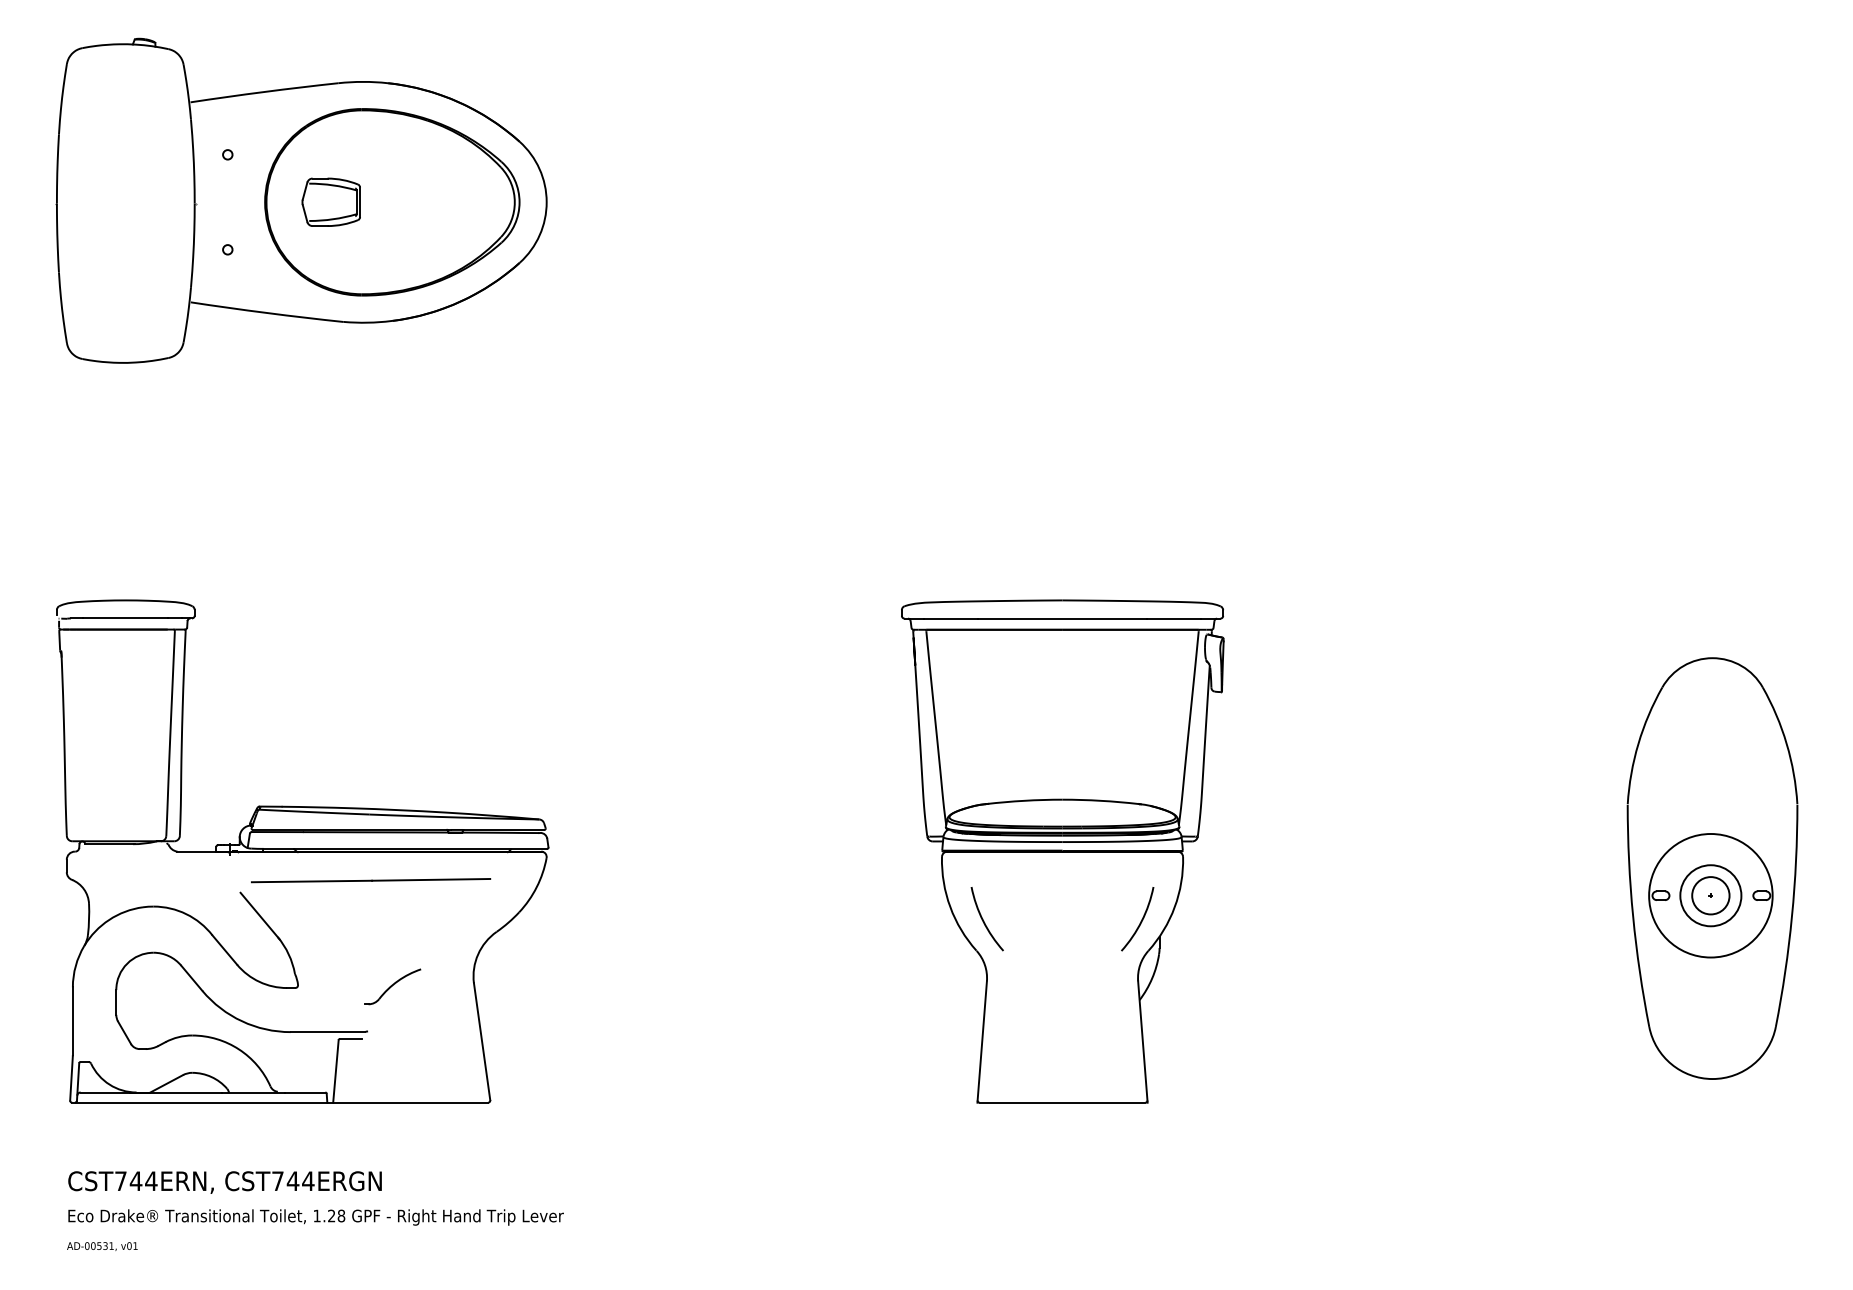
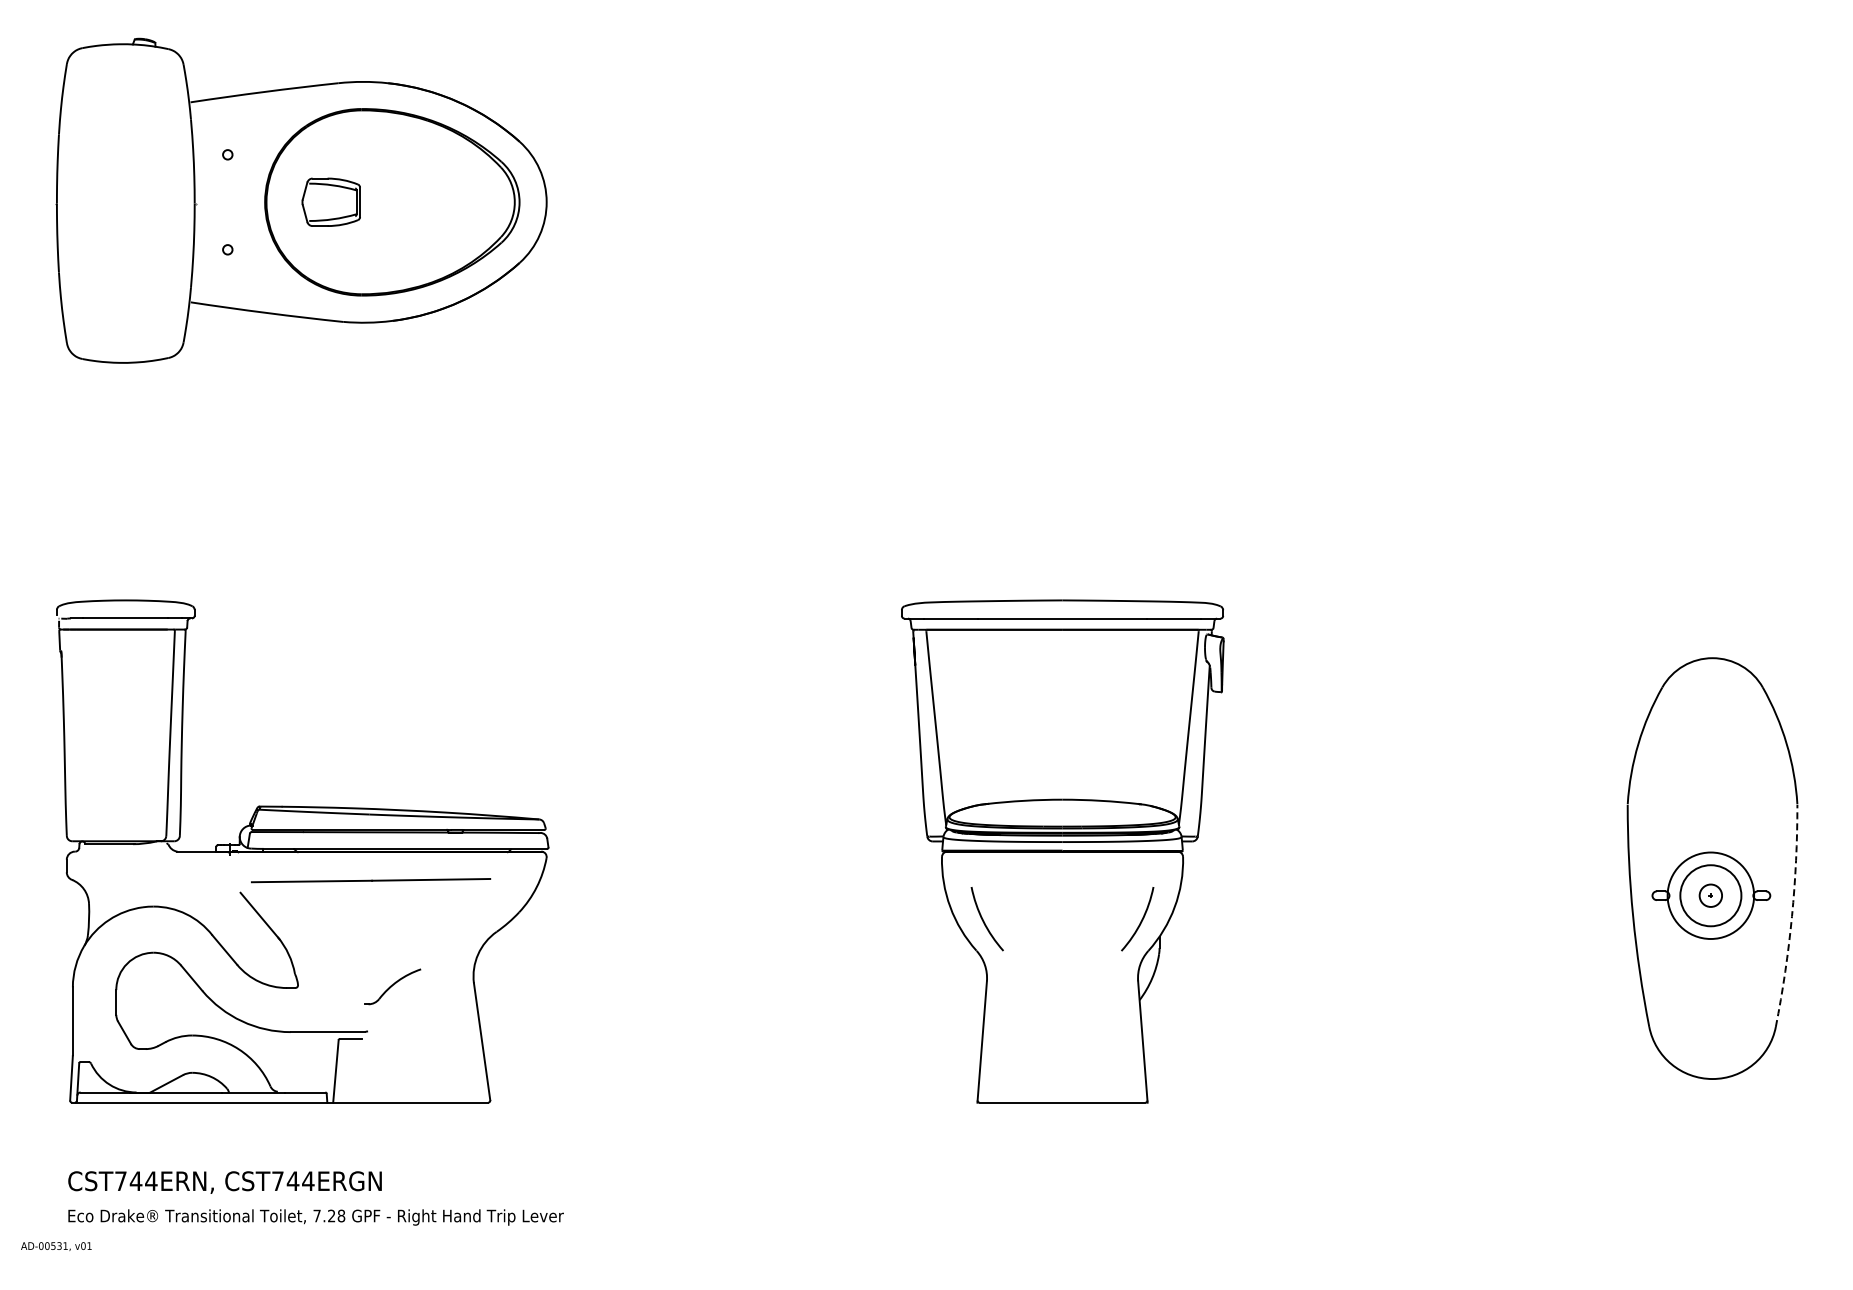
circle at (1710, 895) diameter: 124 px -> 86 px
circle at (1710, 895) diameter: 37 px -> 22 px
arc at (1792, 916): solid -> dashed
text at (316, 1215): 1.28 -> 7.28
text at (102, 1246) position: (102, 1246) -> (56, 1246)
